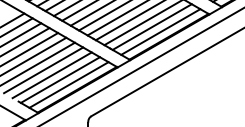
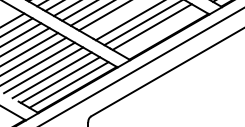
line at (115, 18): present -> none
line at (160, 31): present -> none
